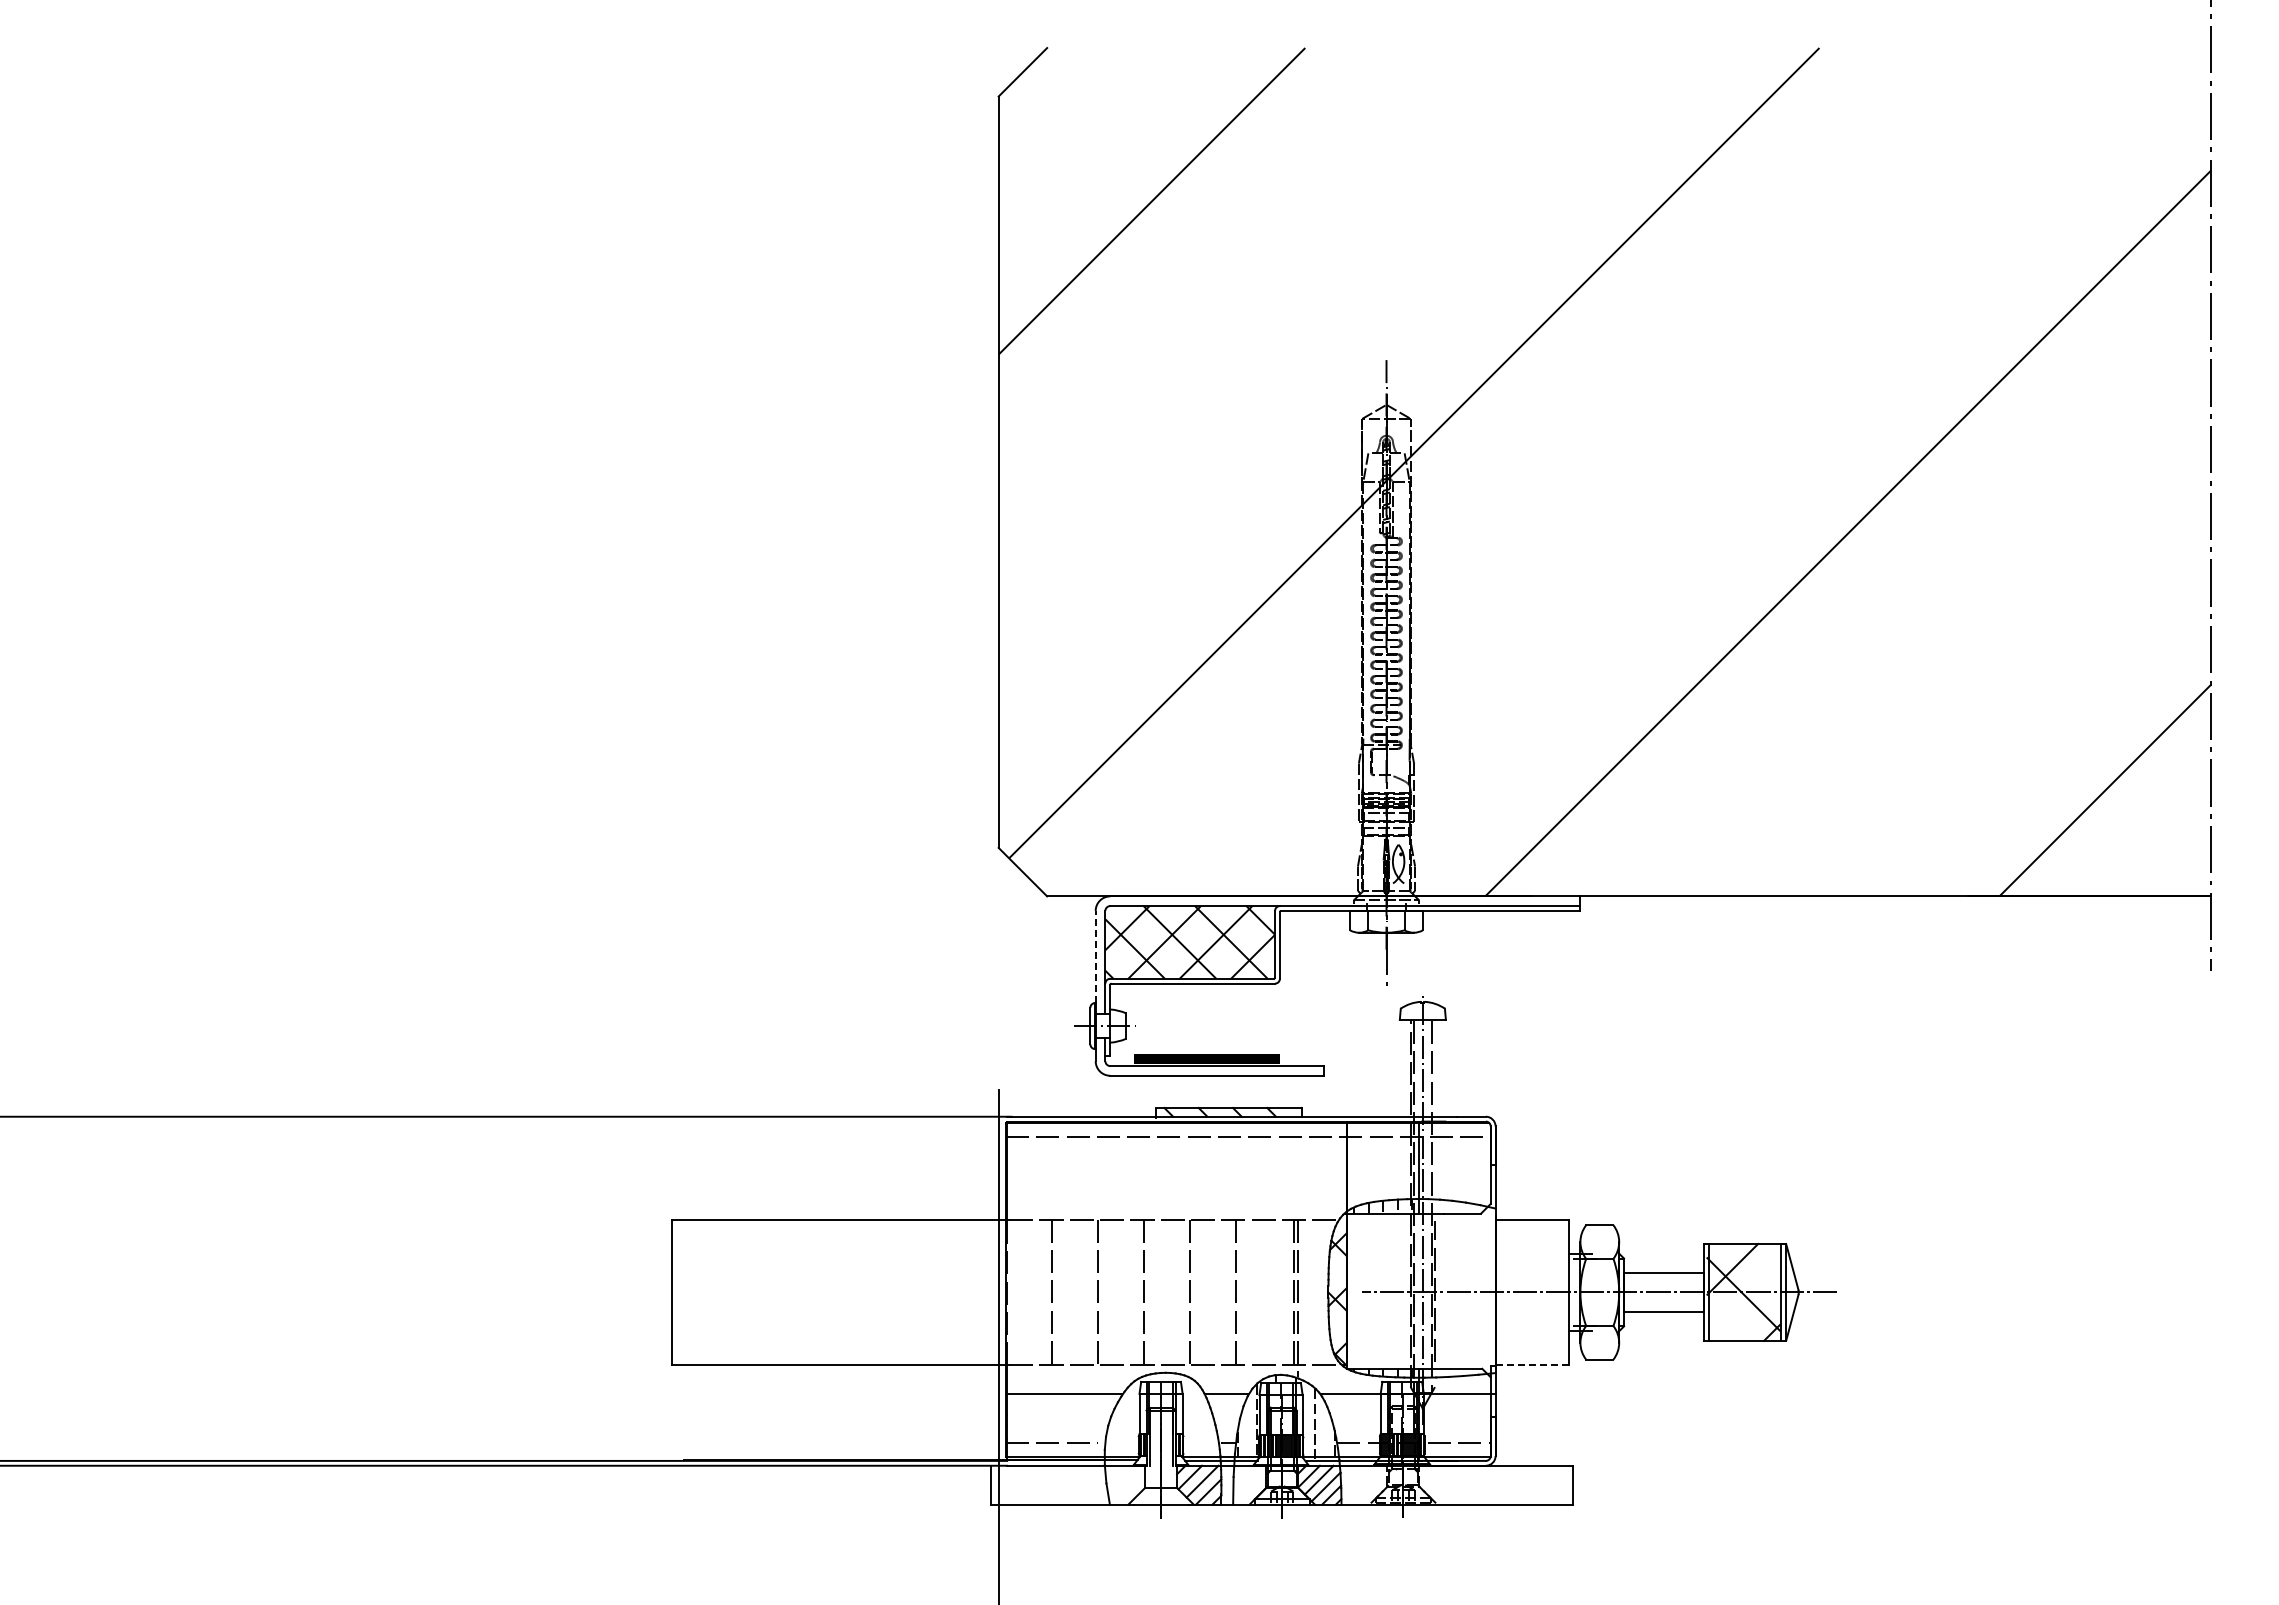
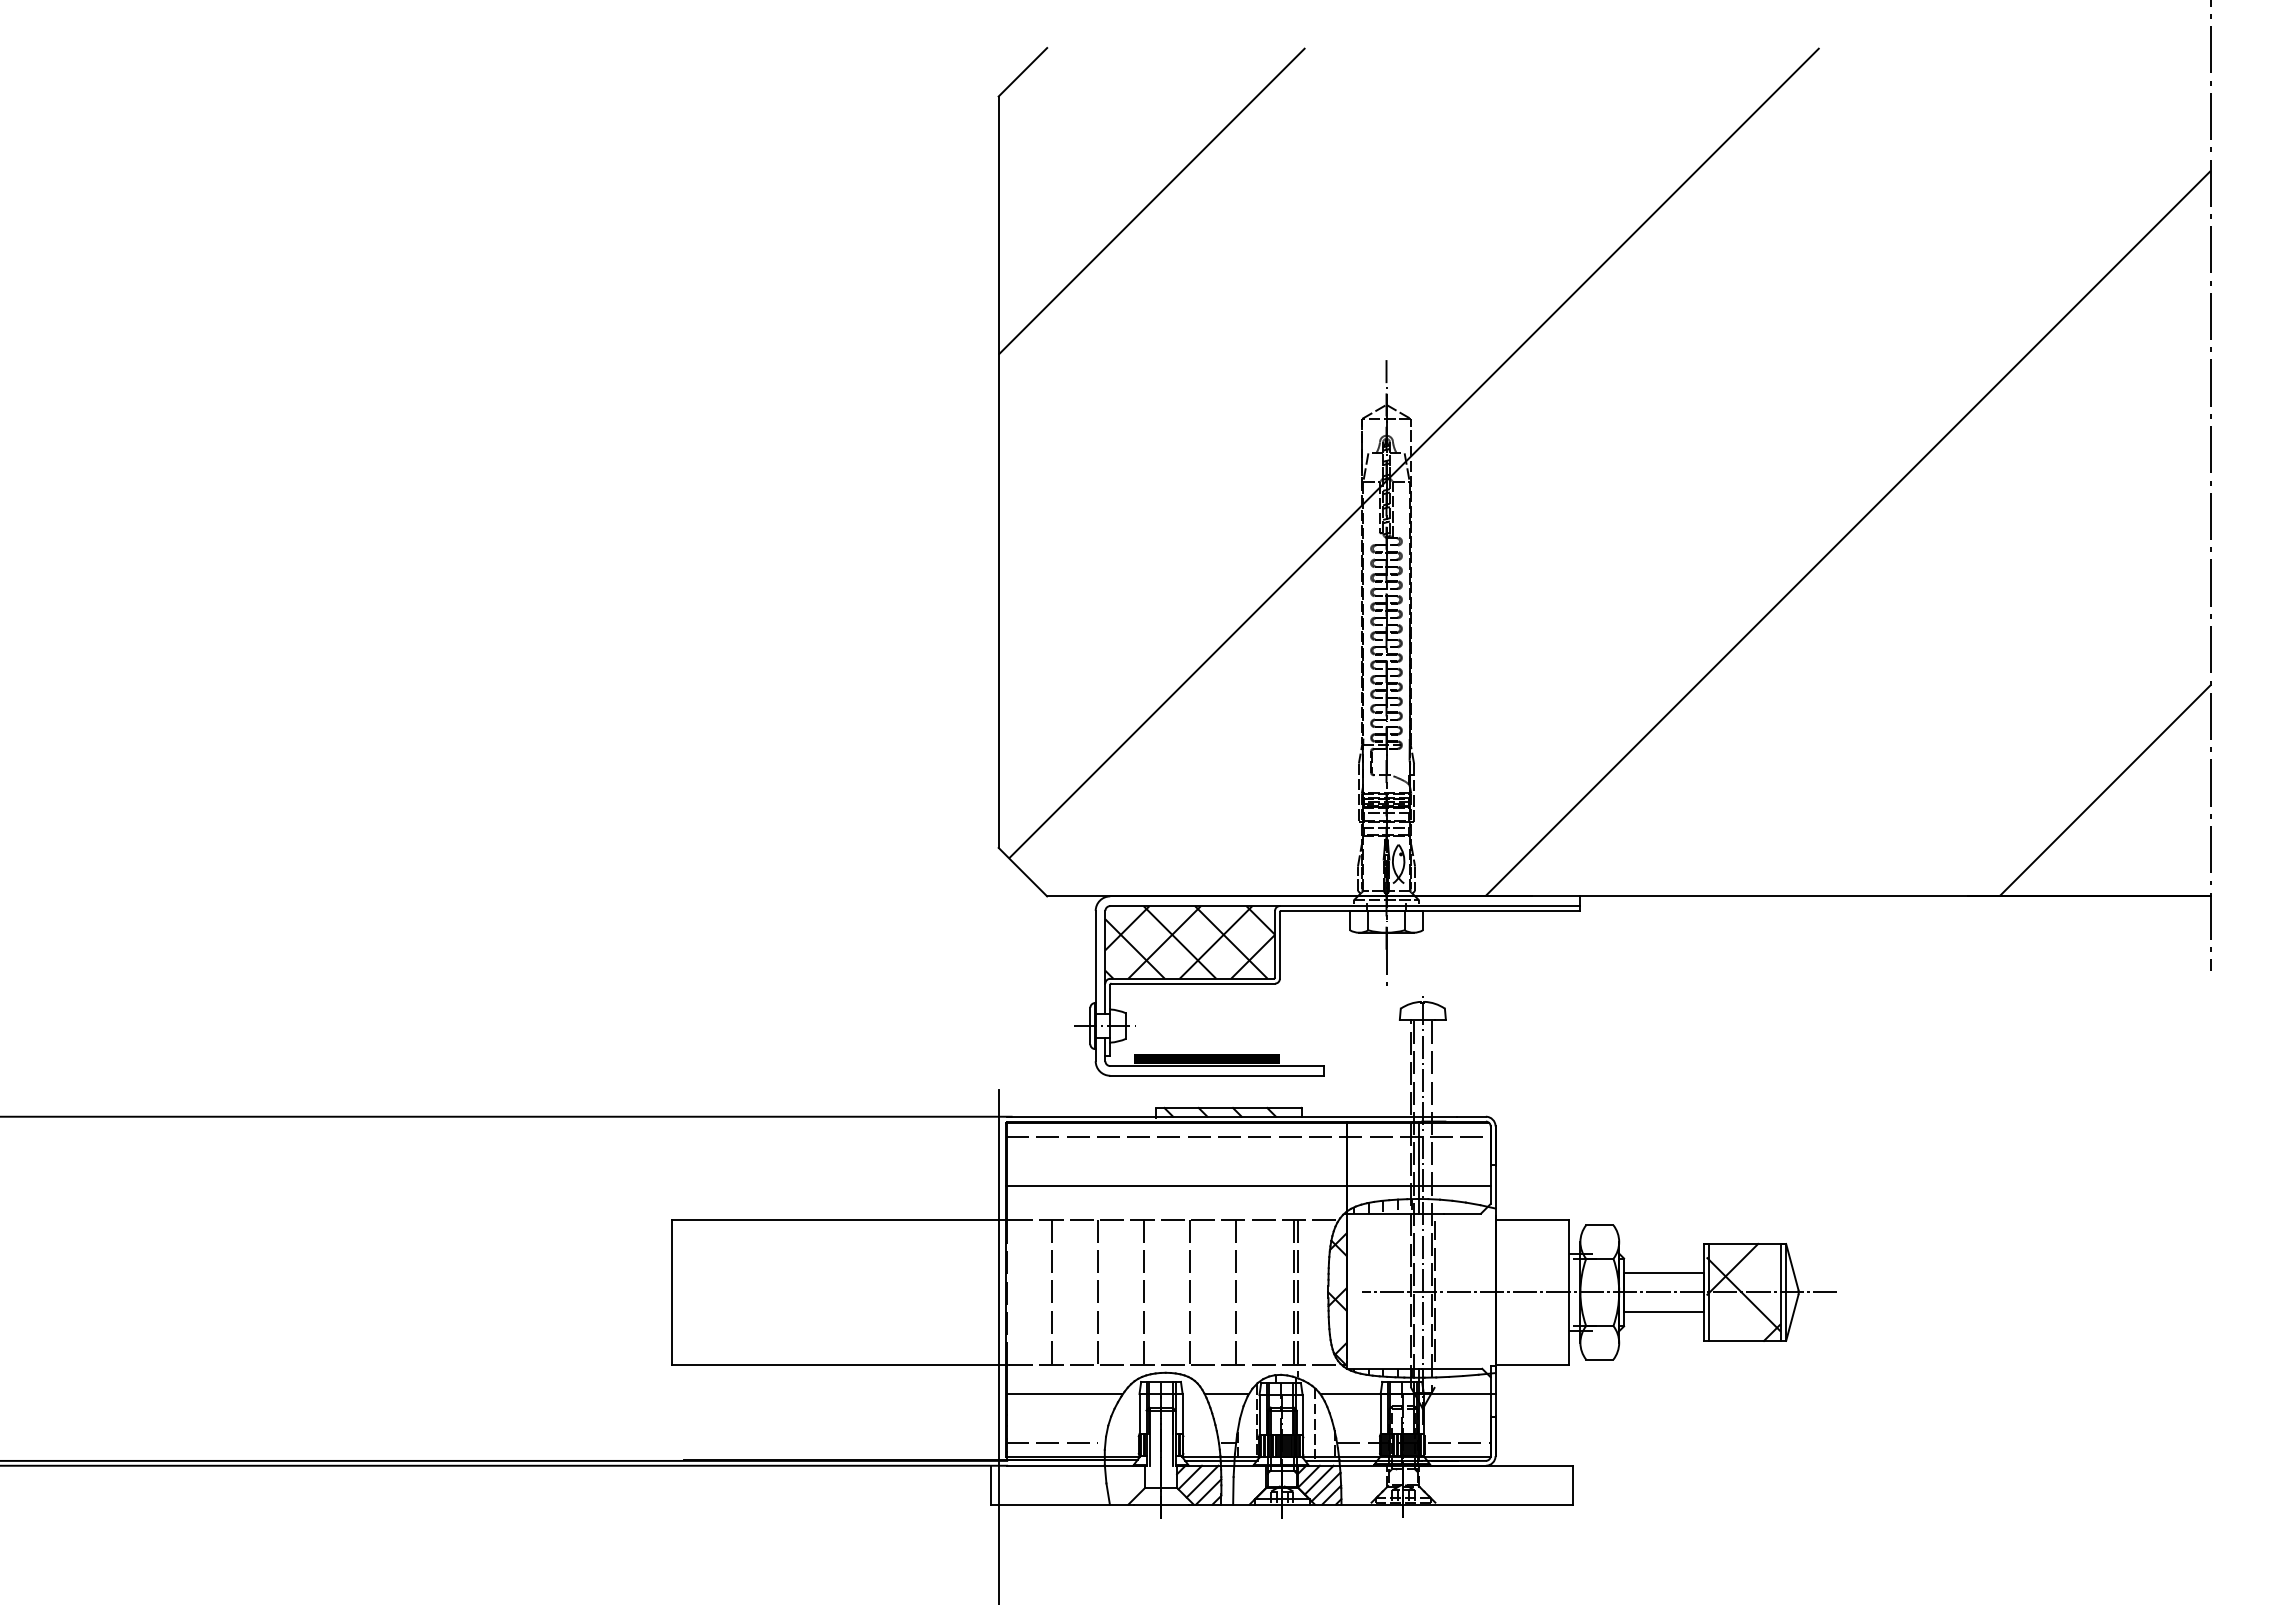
line at (1095, 956): dashed -> solid
line at (1247, 1185): none -> present
line at (1532, 1365): dashed -> solid
